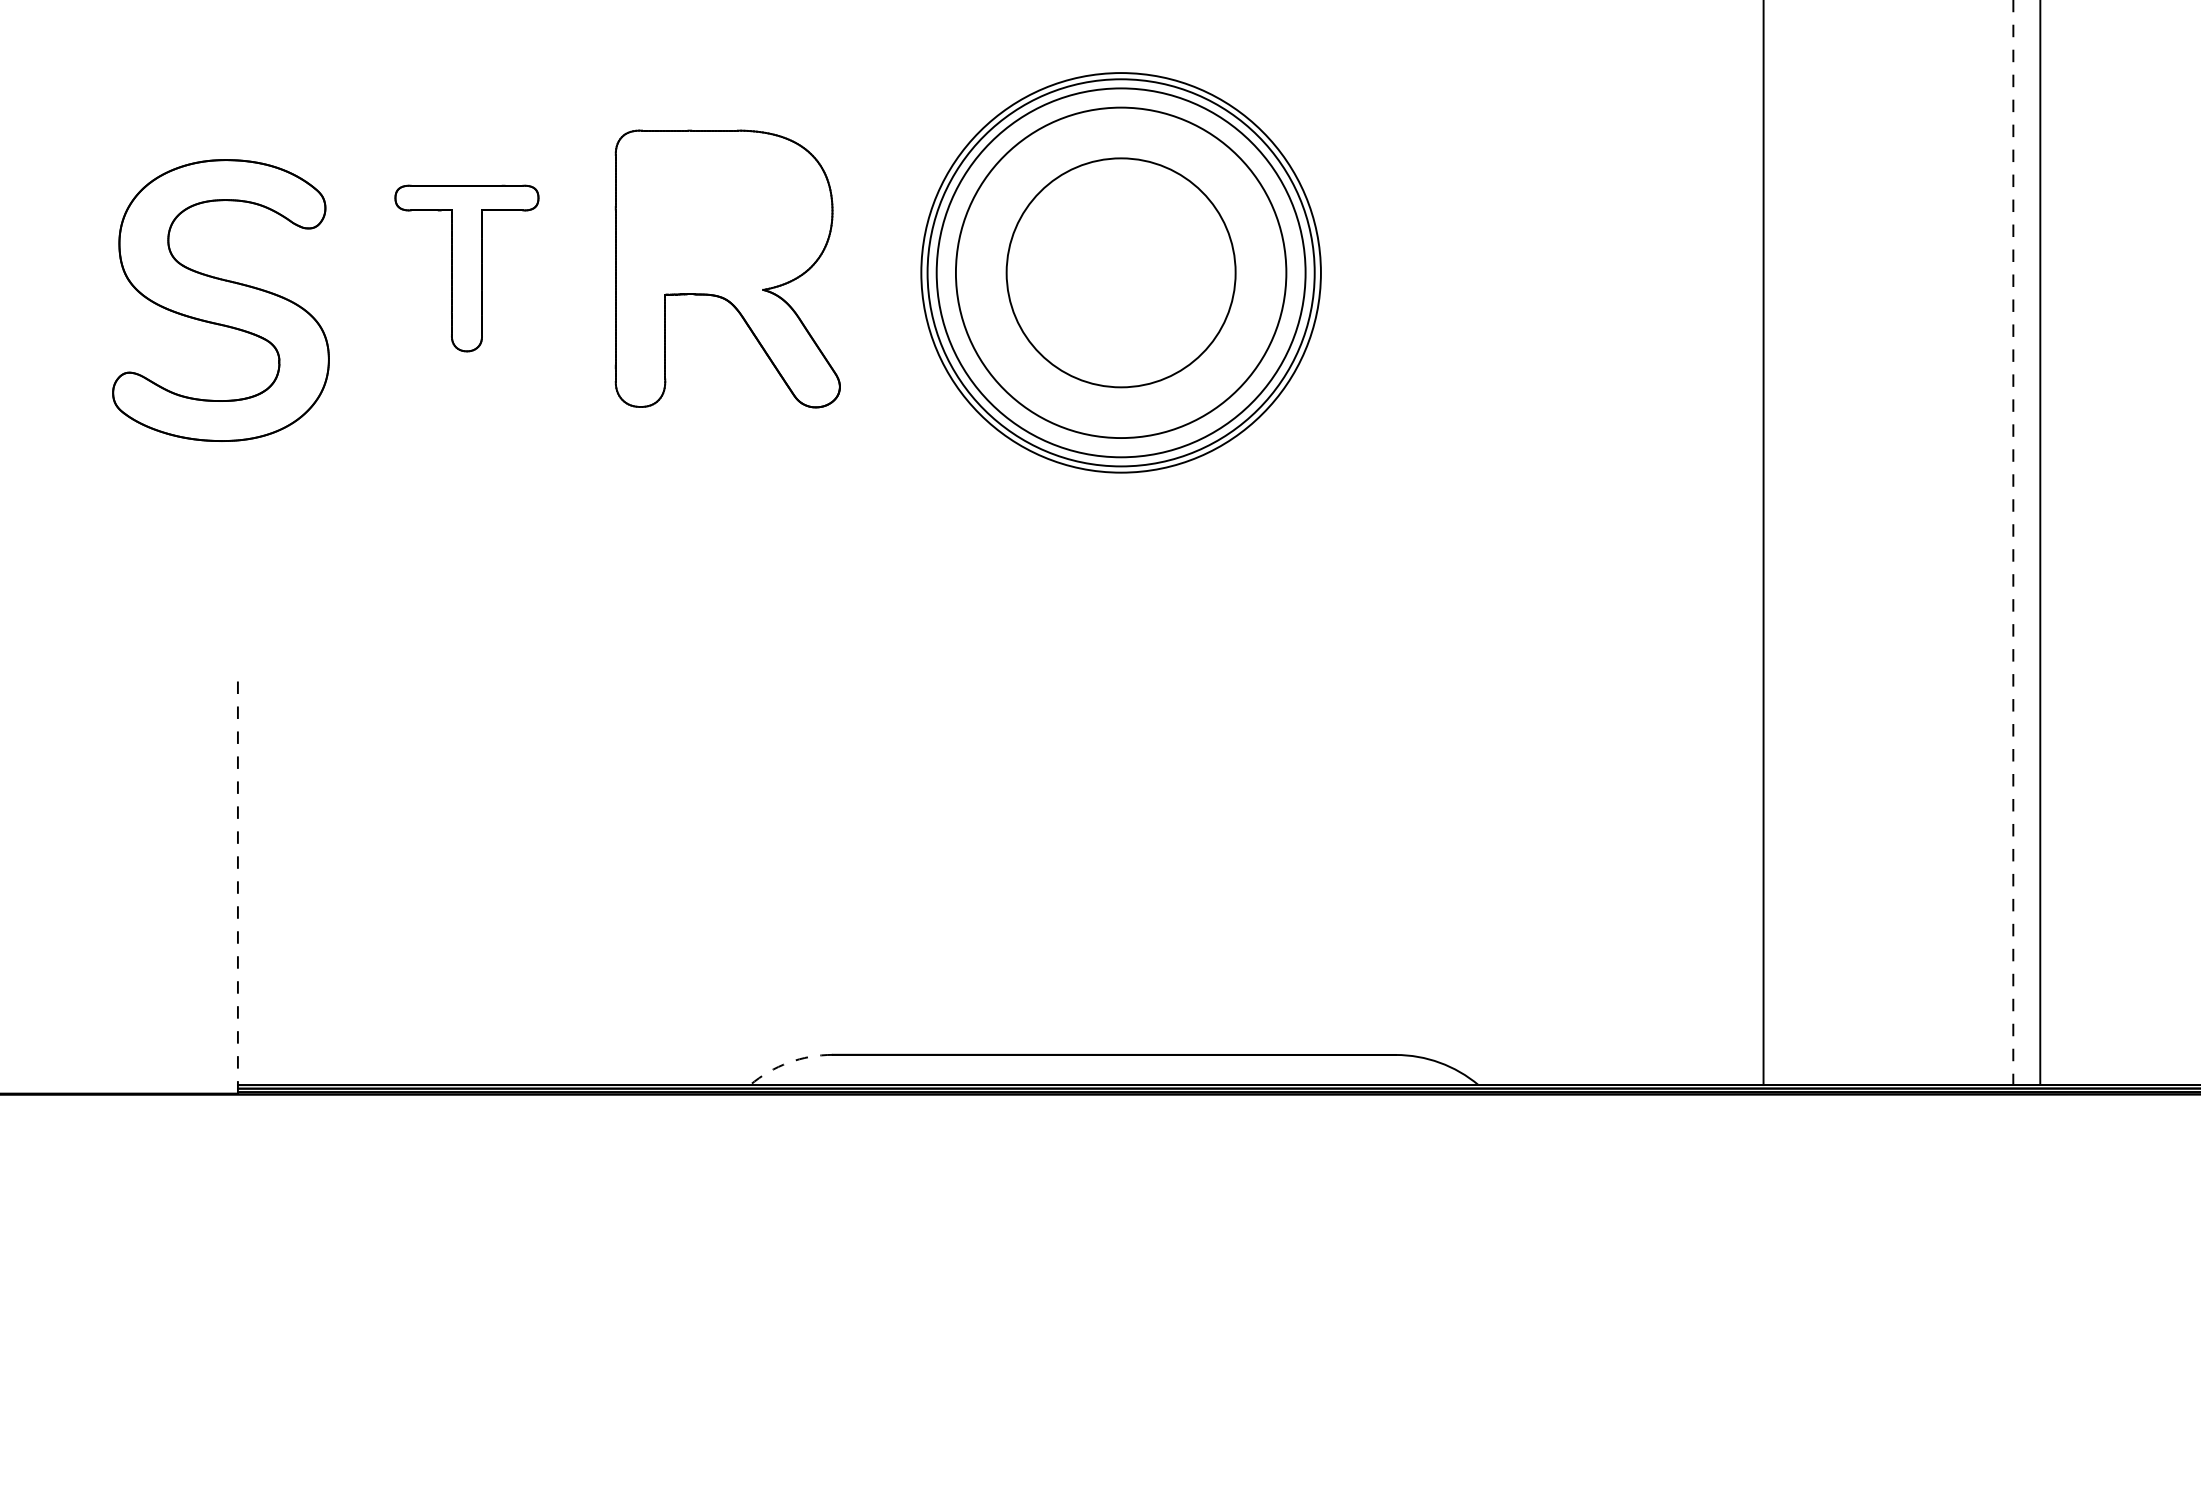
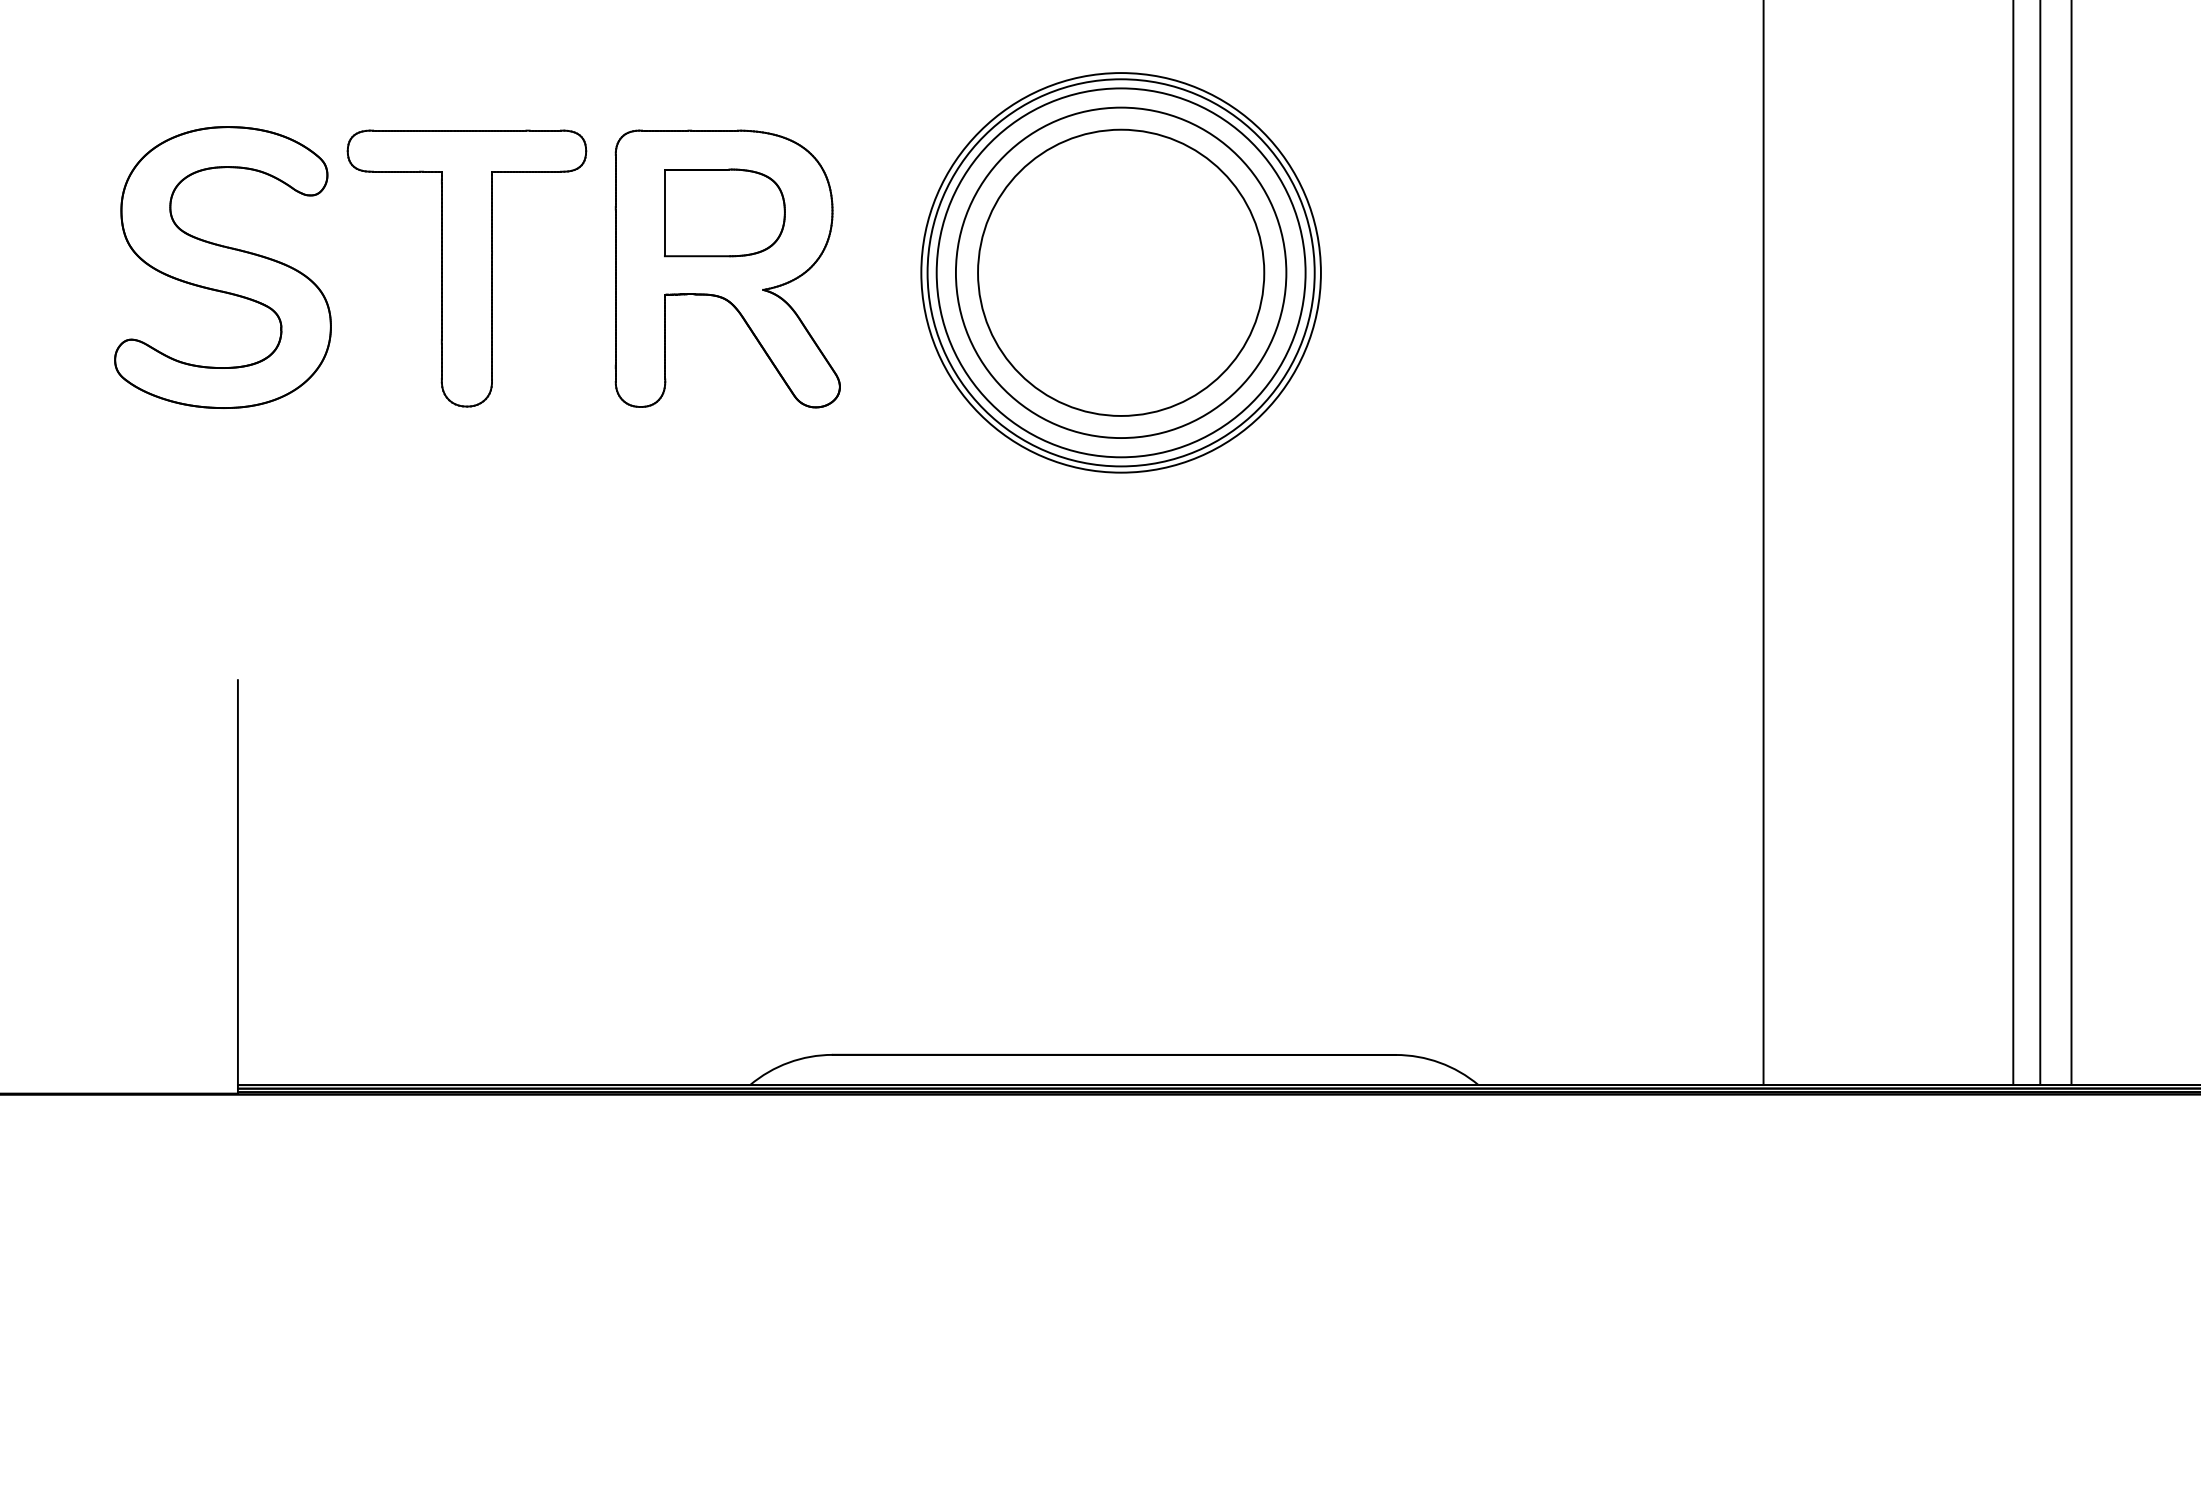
part at (724, 212): none -> present
part at (466, 268) size: 146x169 px -> 242x279 px
circle at (1120, 272) diameter: 229 px -> 286 px
part at (220, 300) position: (220, 300) -> (222, 267)
line at (2013, 543): dashed -> solid
line at (2071, 543): none -> present
line at (237, 886): dashed -> solid
arc at (788, 1062): dashed -> solid
